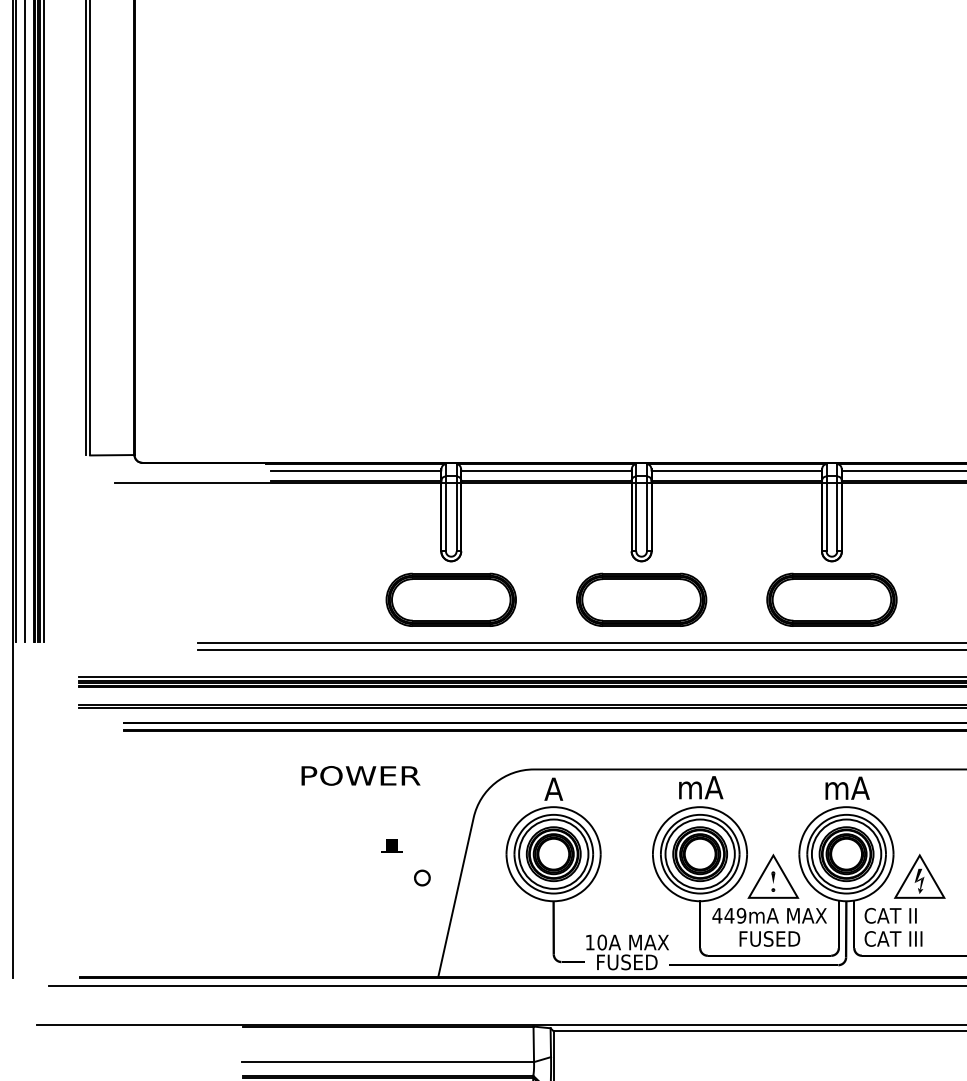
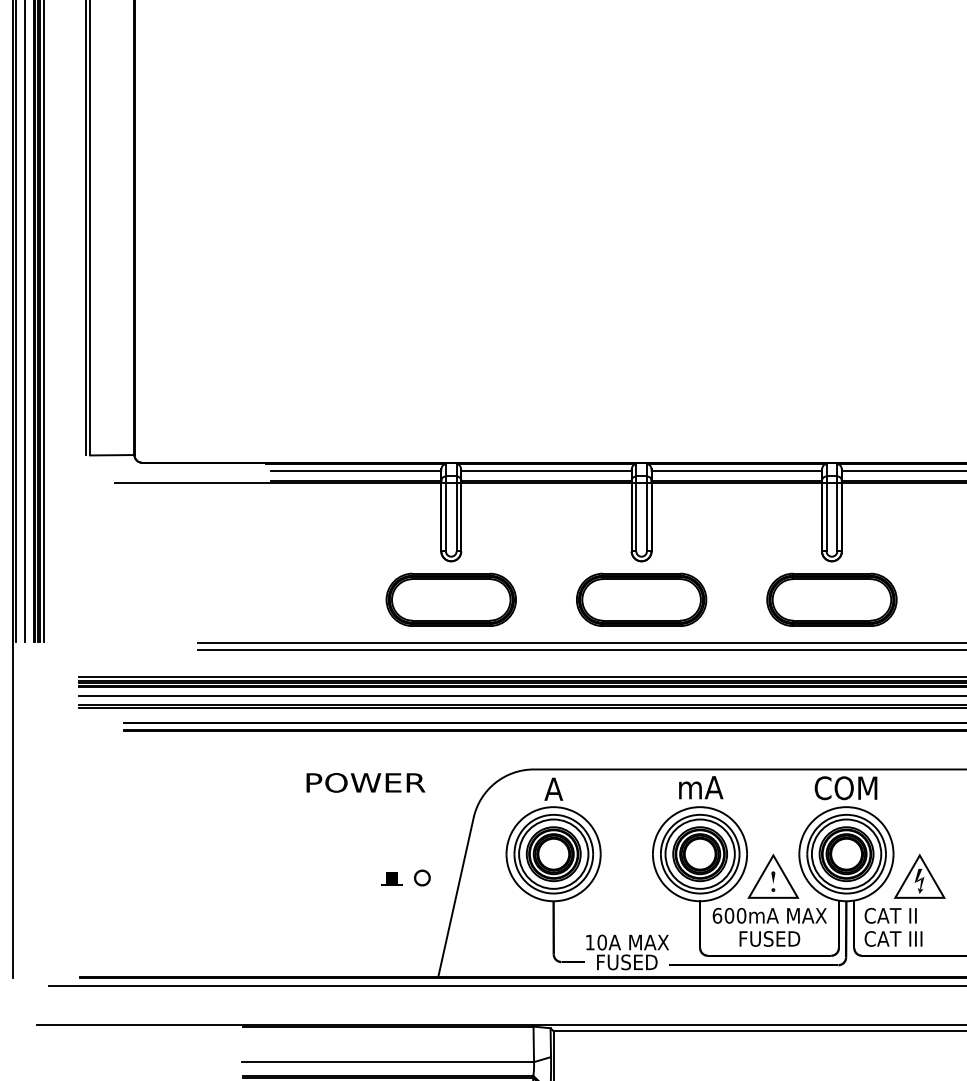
line at (521, 696): none -> present
text at (360, 775) position: (360, 775) -> (365, 782)
text at (845, 788): mA -> COM
part at (391, 845) position: (391, 845) -> (391, 878)
text at (729, 915): 449mA -> 600mA
